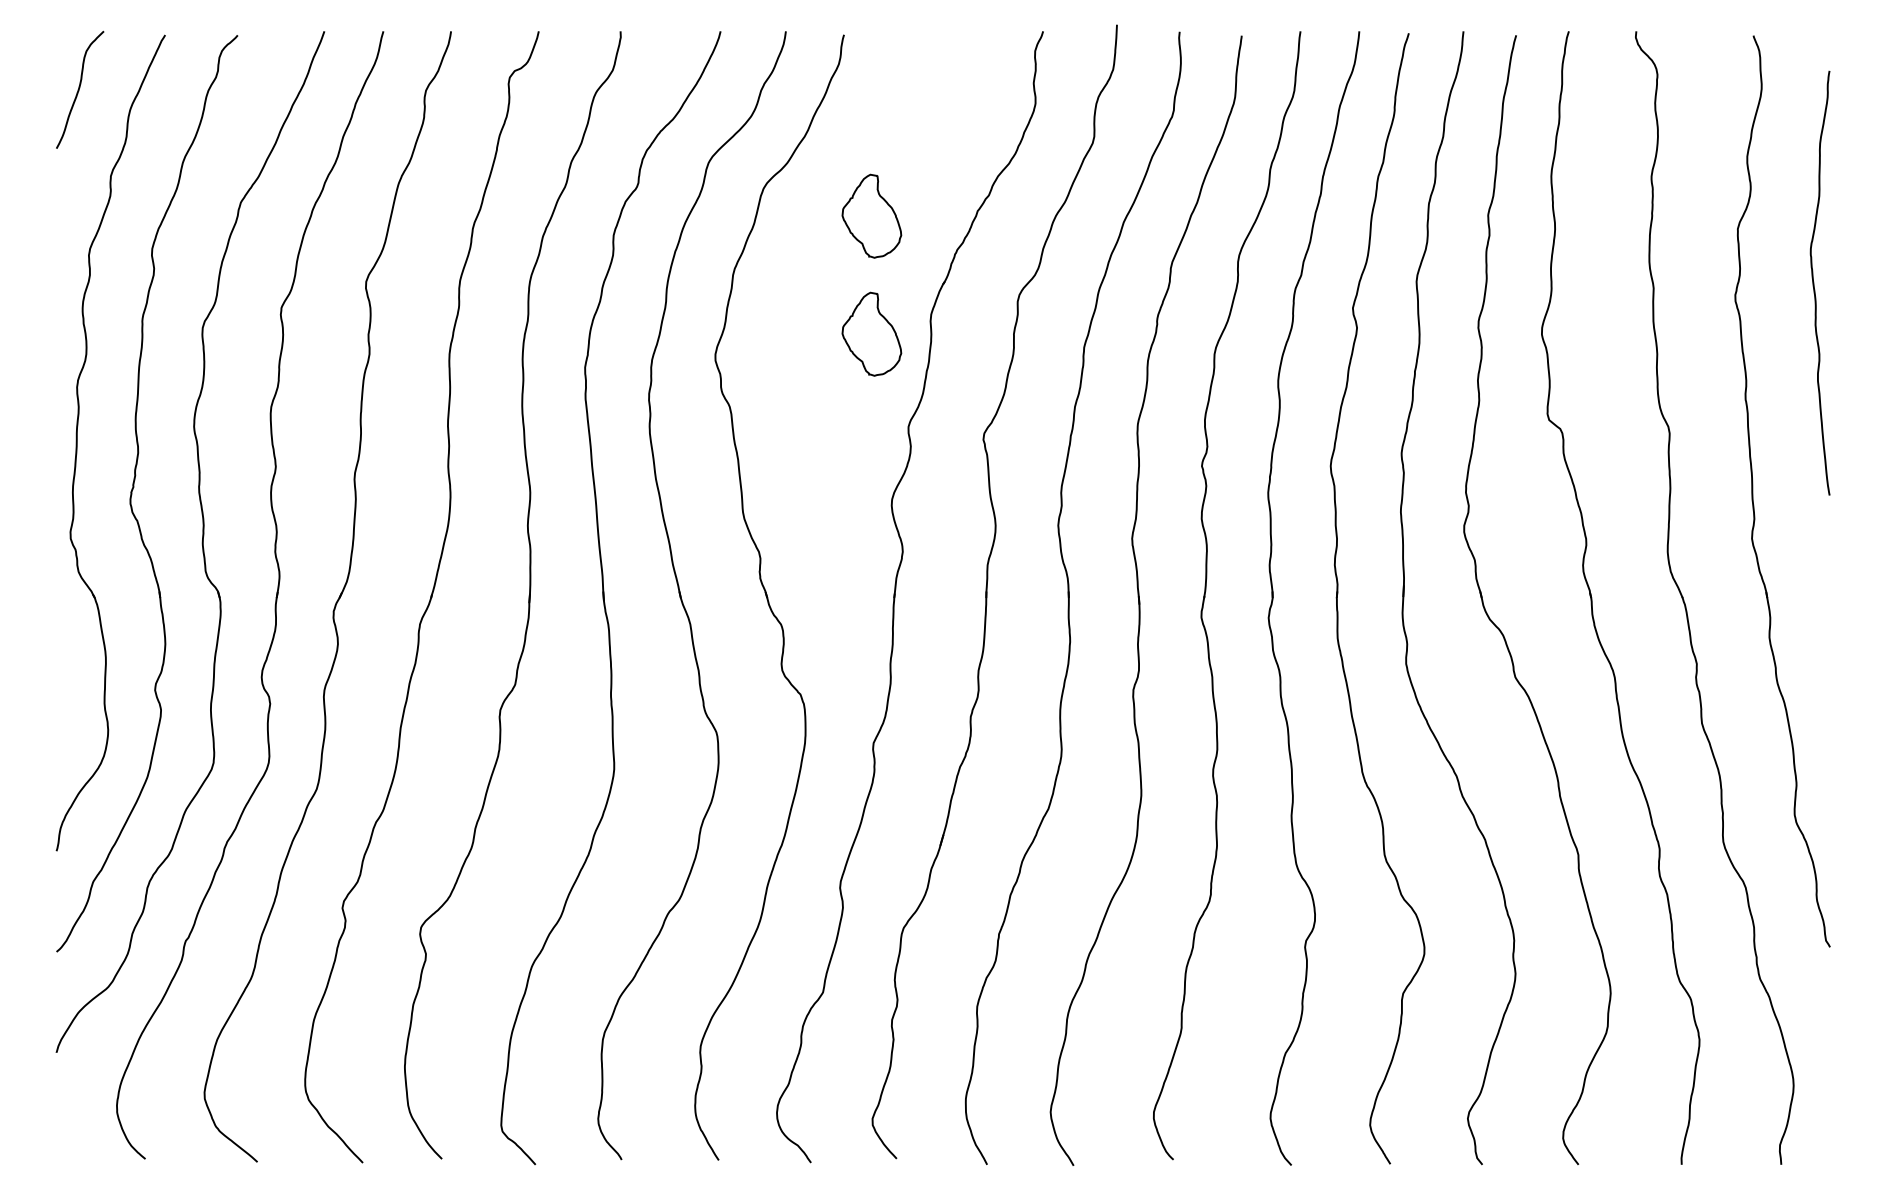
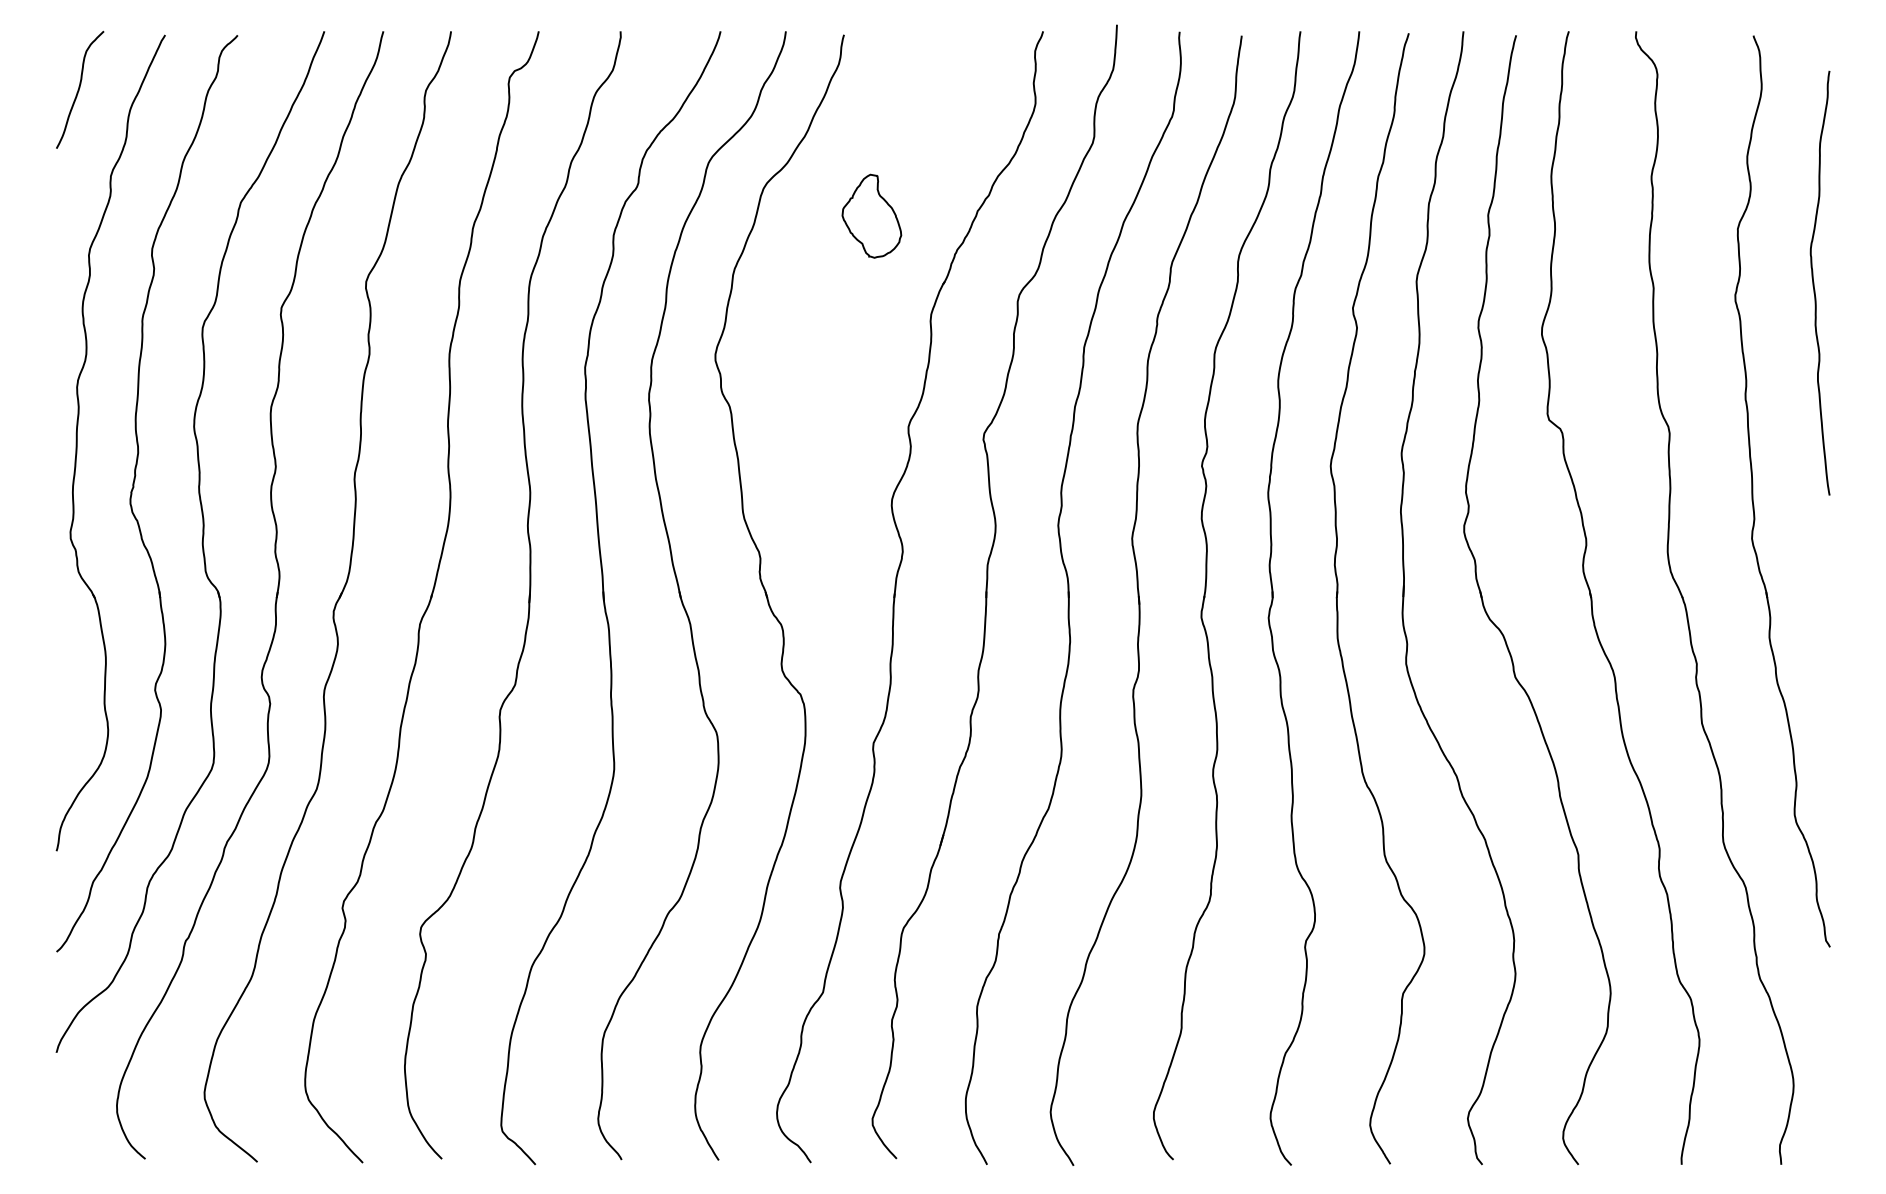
part at (871, 333): present -> none
